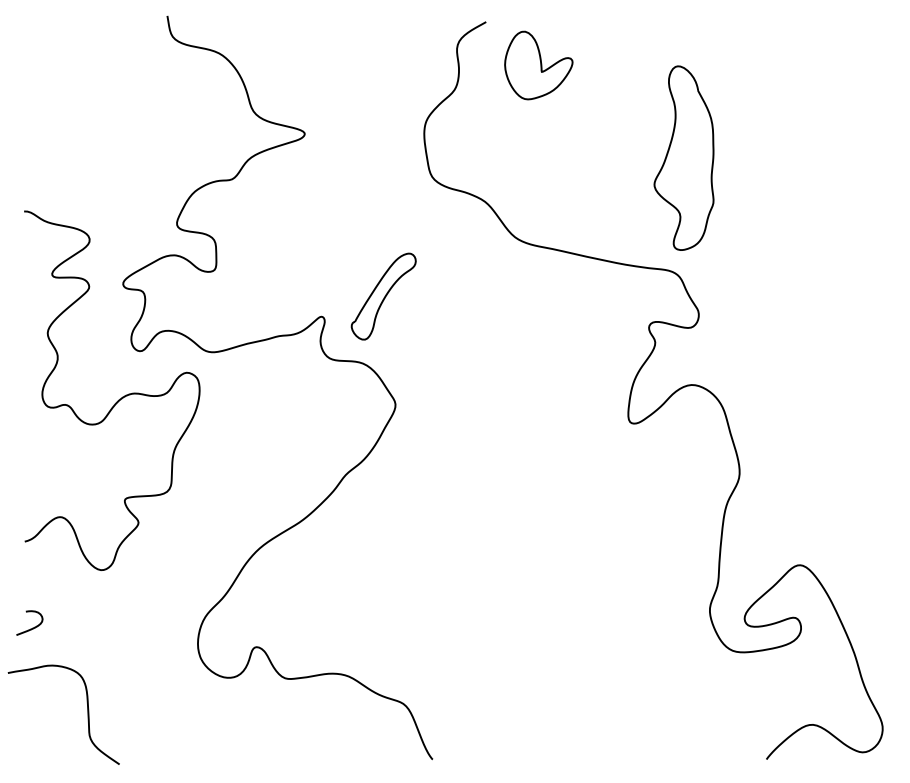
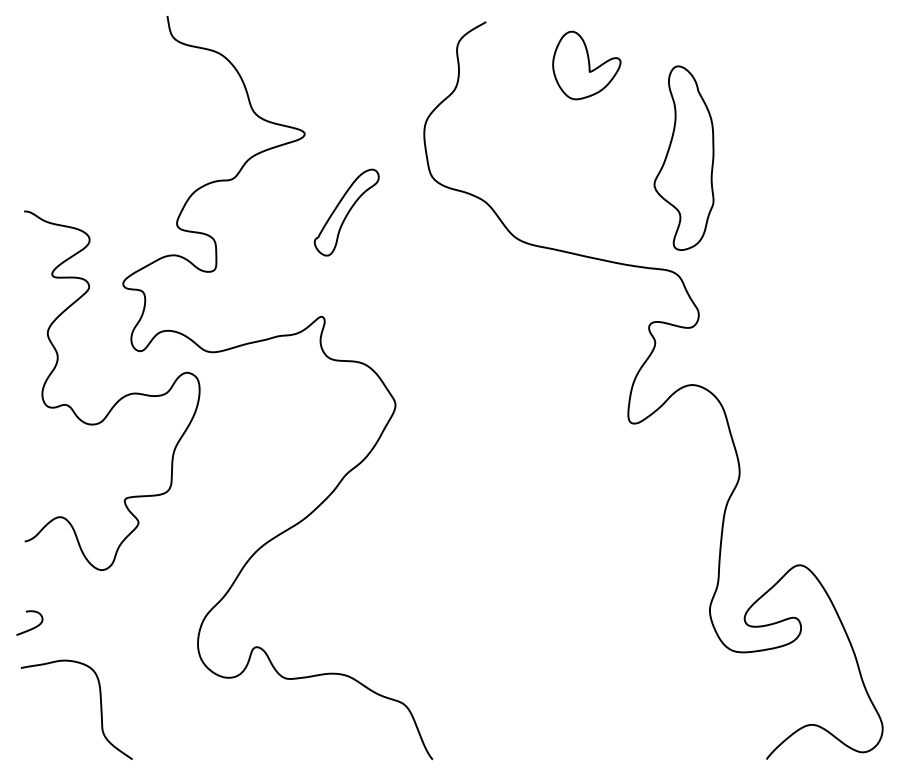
part at (538, 65) position: (538, 65) -> (586, 65)
part at (383, 296) position: (383, 296) -> (346, 212)
curve at (87, 714) position: (87, 714) -> (100, 709)
